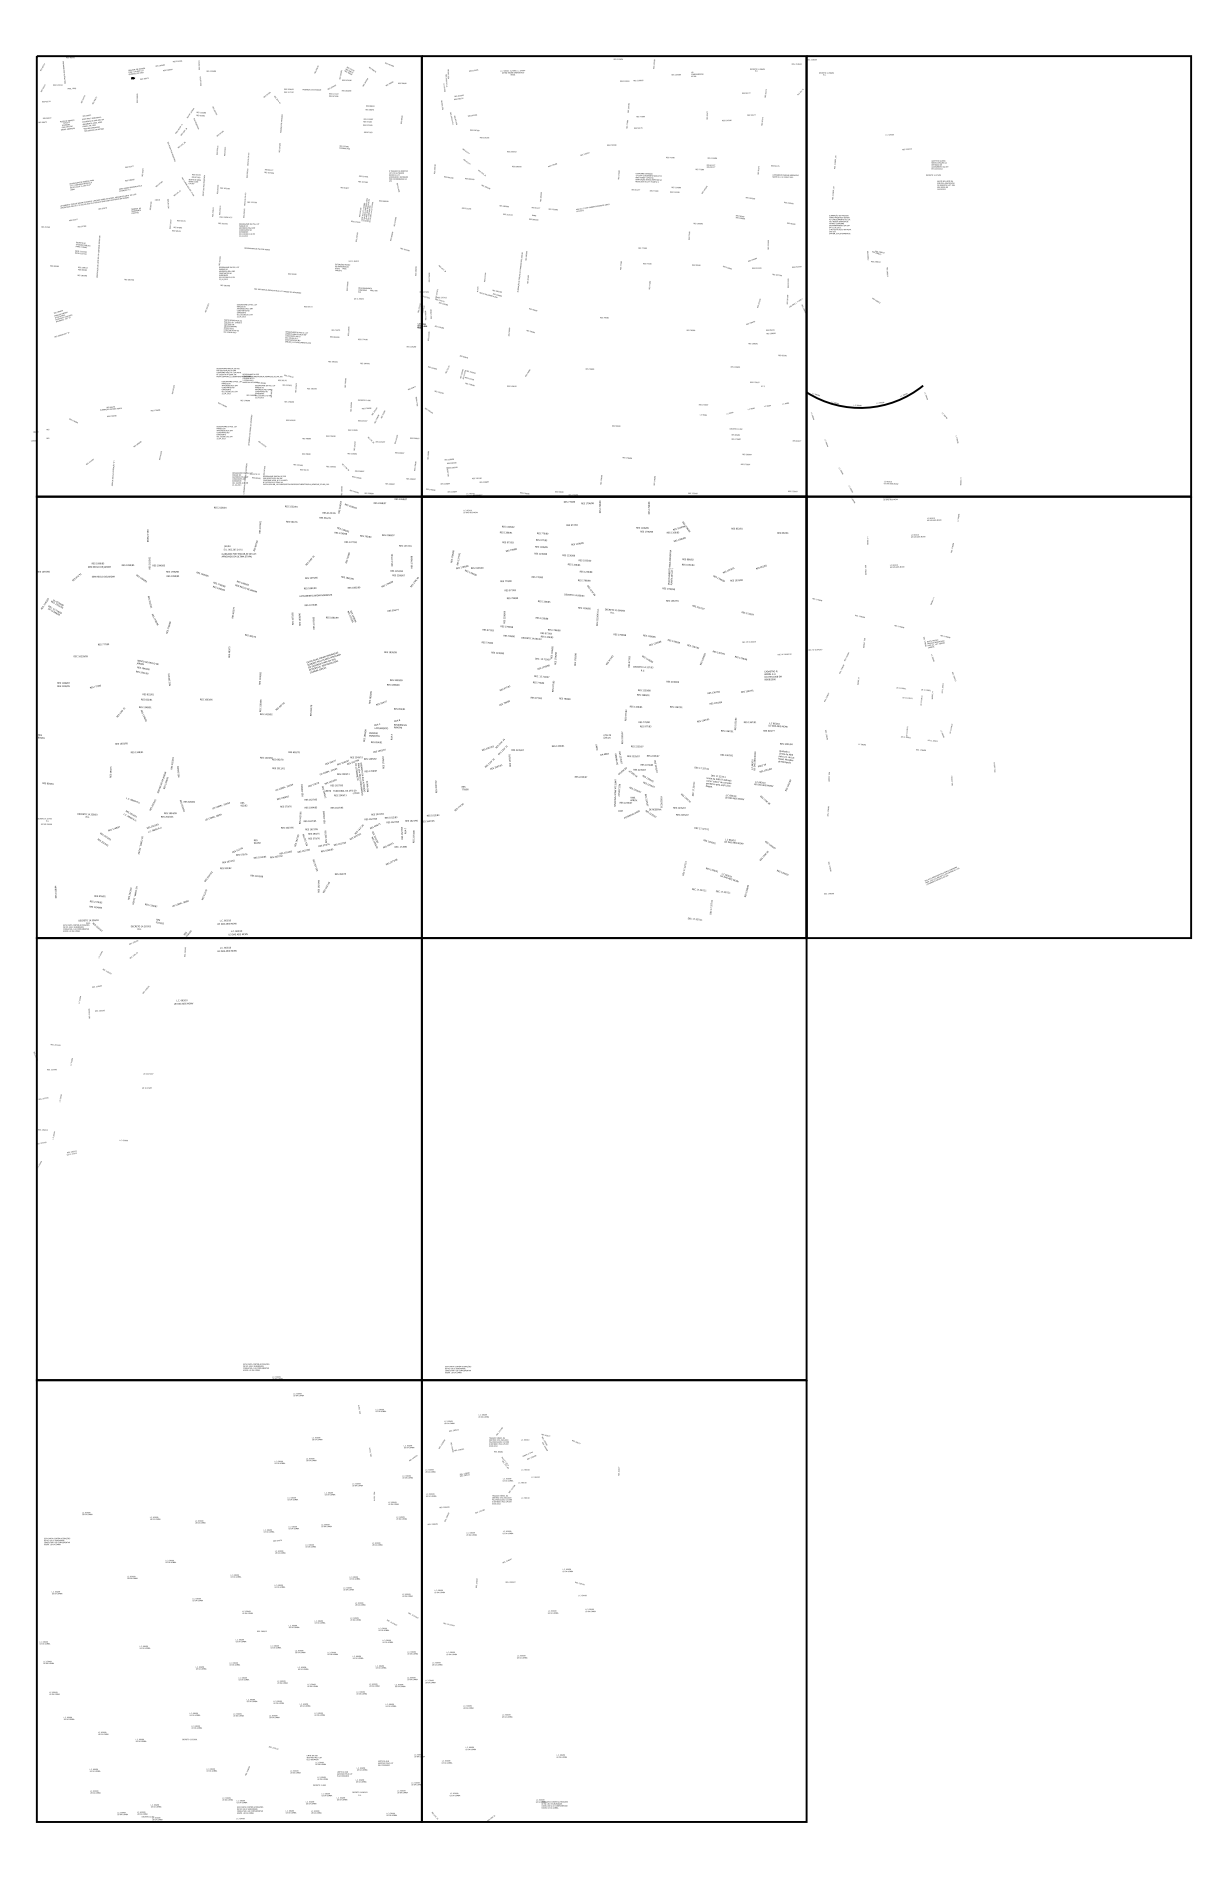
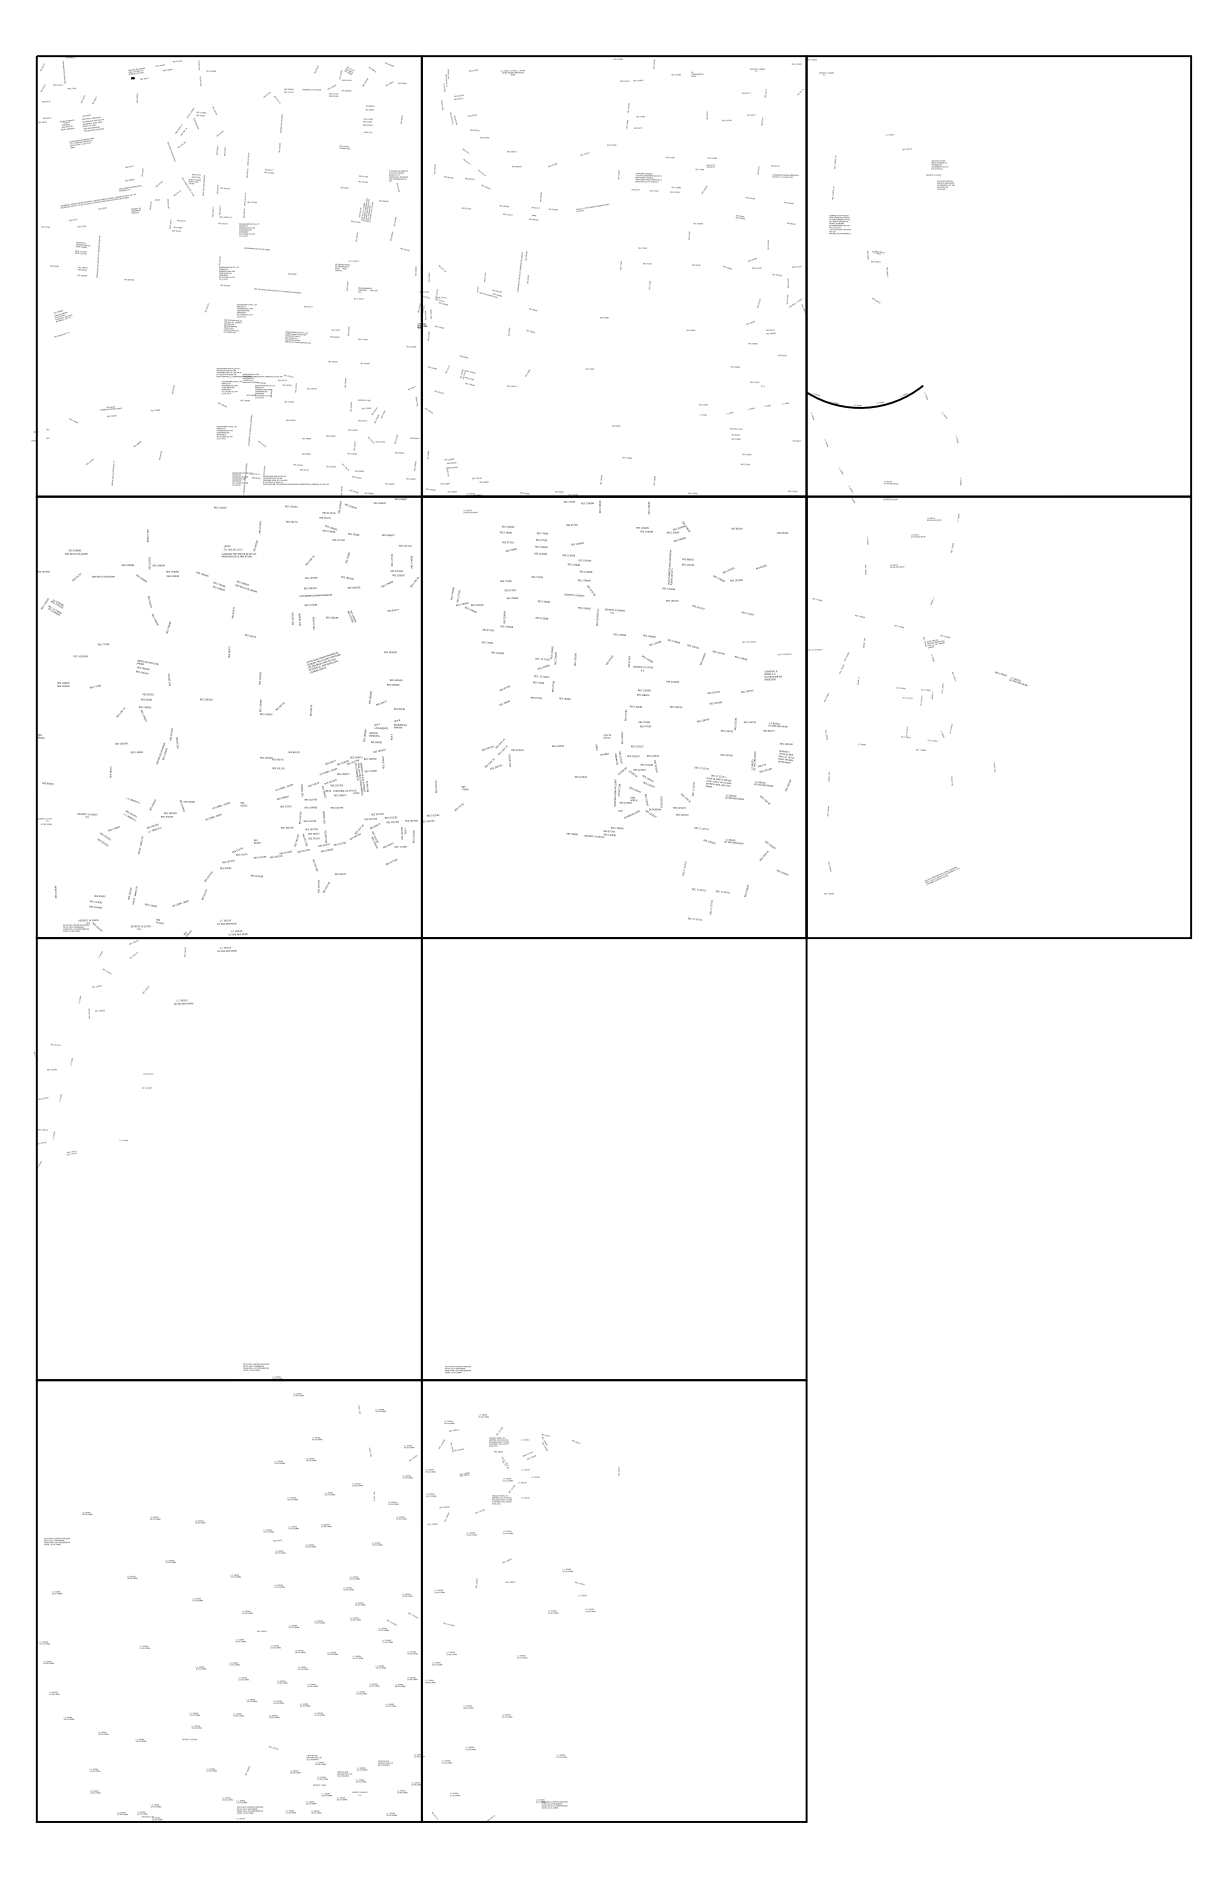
text at (81, 184) position: (81, 184) -> (81, 142)
text at (352, 534) position: (352, 534) -> (340, 532)
text at (466, 562) position: (466, 562) -> (466, 599)
text at (99, 564) position: (99, 564) -> (76, 551)
text at (531, 634) position: (531, 634) -> (594, 832)
text at (168, 774) position: (168, 774) -> (167, 745)
text at (722, 874) position: (722, 874) -> (1011, 678)
